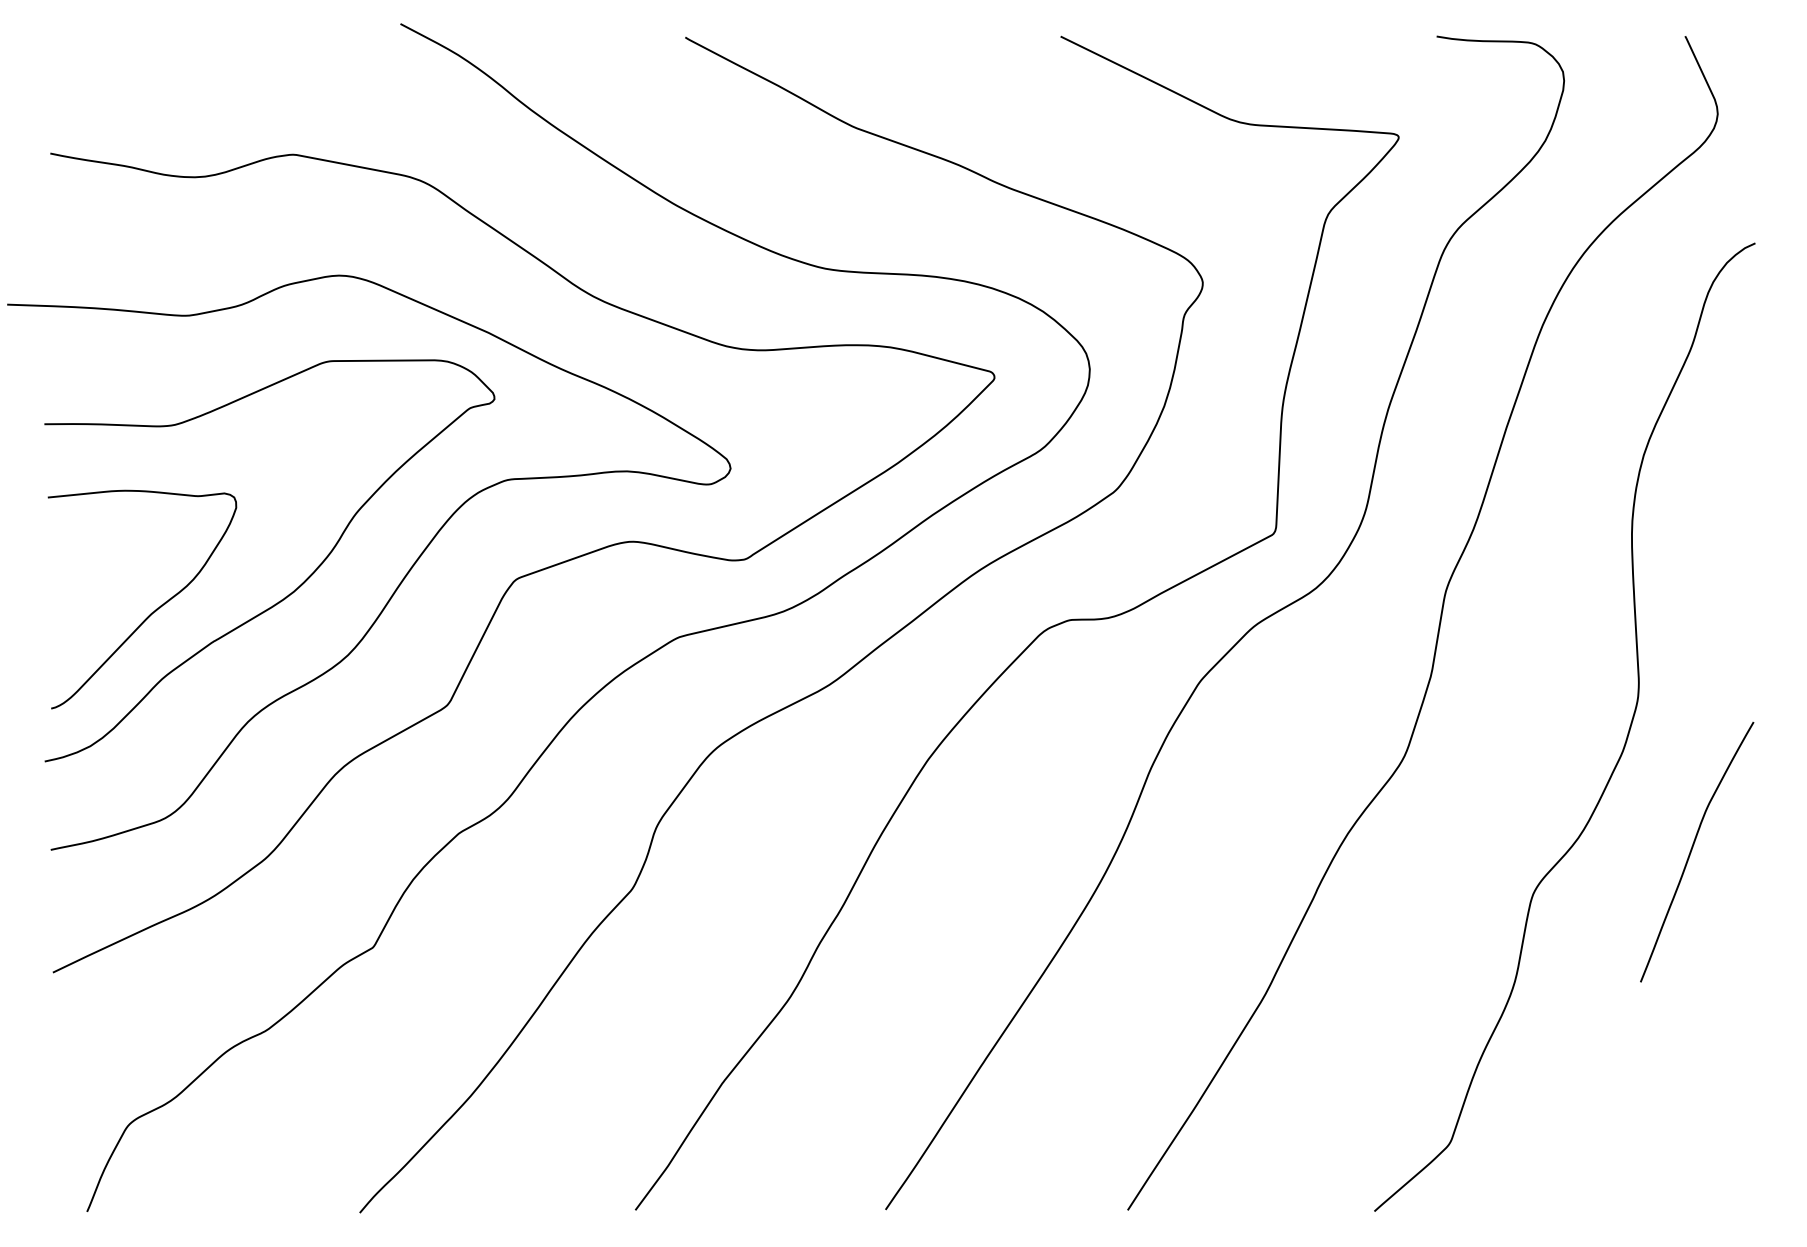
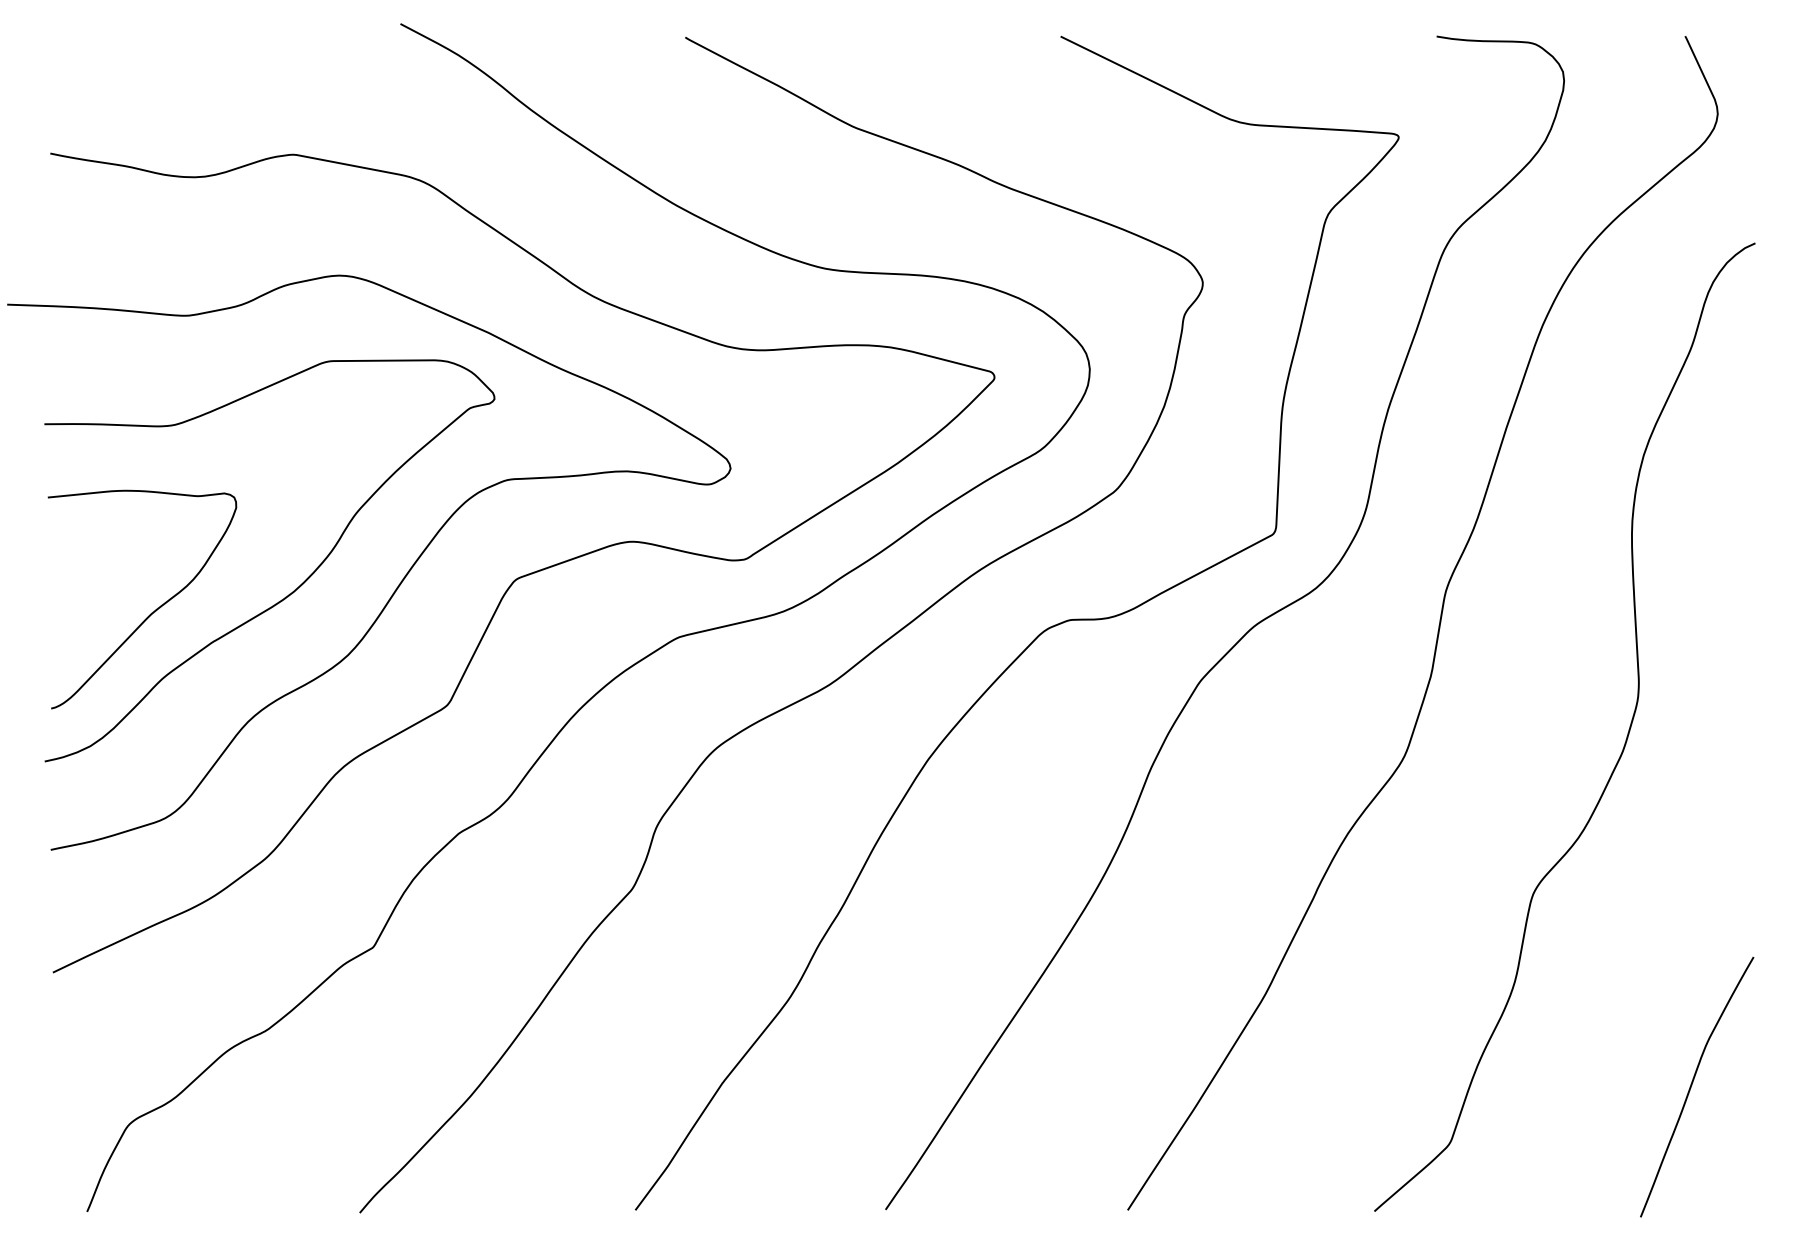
curve at (1692, 850) position: (1692, 850) -> (1692, 1085)
